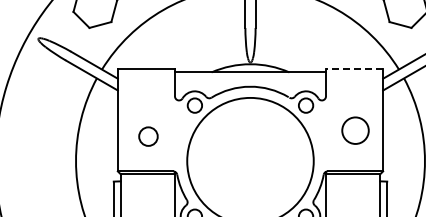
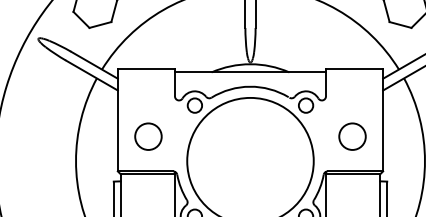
line at (354, 69): dashed -> solid
circle at (355, 130) position: (355, 130) -> (352, 136)
circle at (148, 136) size: 21x21 px -> 29x29 px
